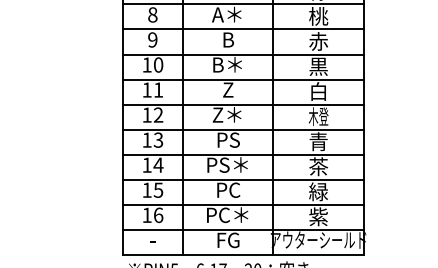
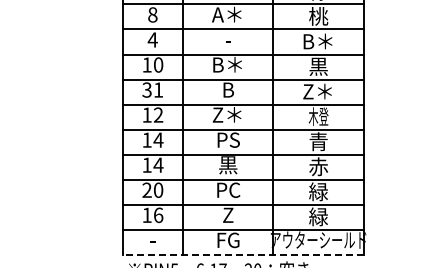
text at (152, 39): 9 -> 4
text at (228, 39): B -> -
text at (317, 41): 赤 -> B＊
text at (146, 89): 11 -> 31
text at (228, 89): Z -> B
text at (317, 91): 白 -> Z＊
text at (158, 139): 13 -> 14
text at (227, 165): PS＊ -> 黒
text at (318, 166): 茶 -> 赤
text at (152, 189): 15 -> 20
text at (227, 215): PC＊ -> Z
text at (318, 216): 紫 -> 緑
line at (243, 254): solid -> dashed
